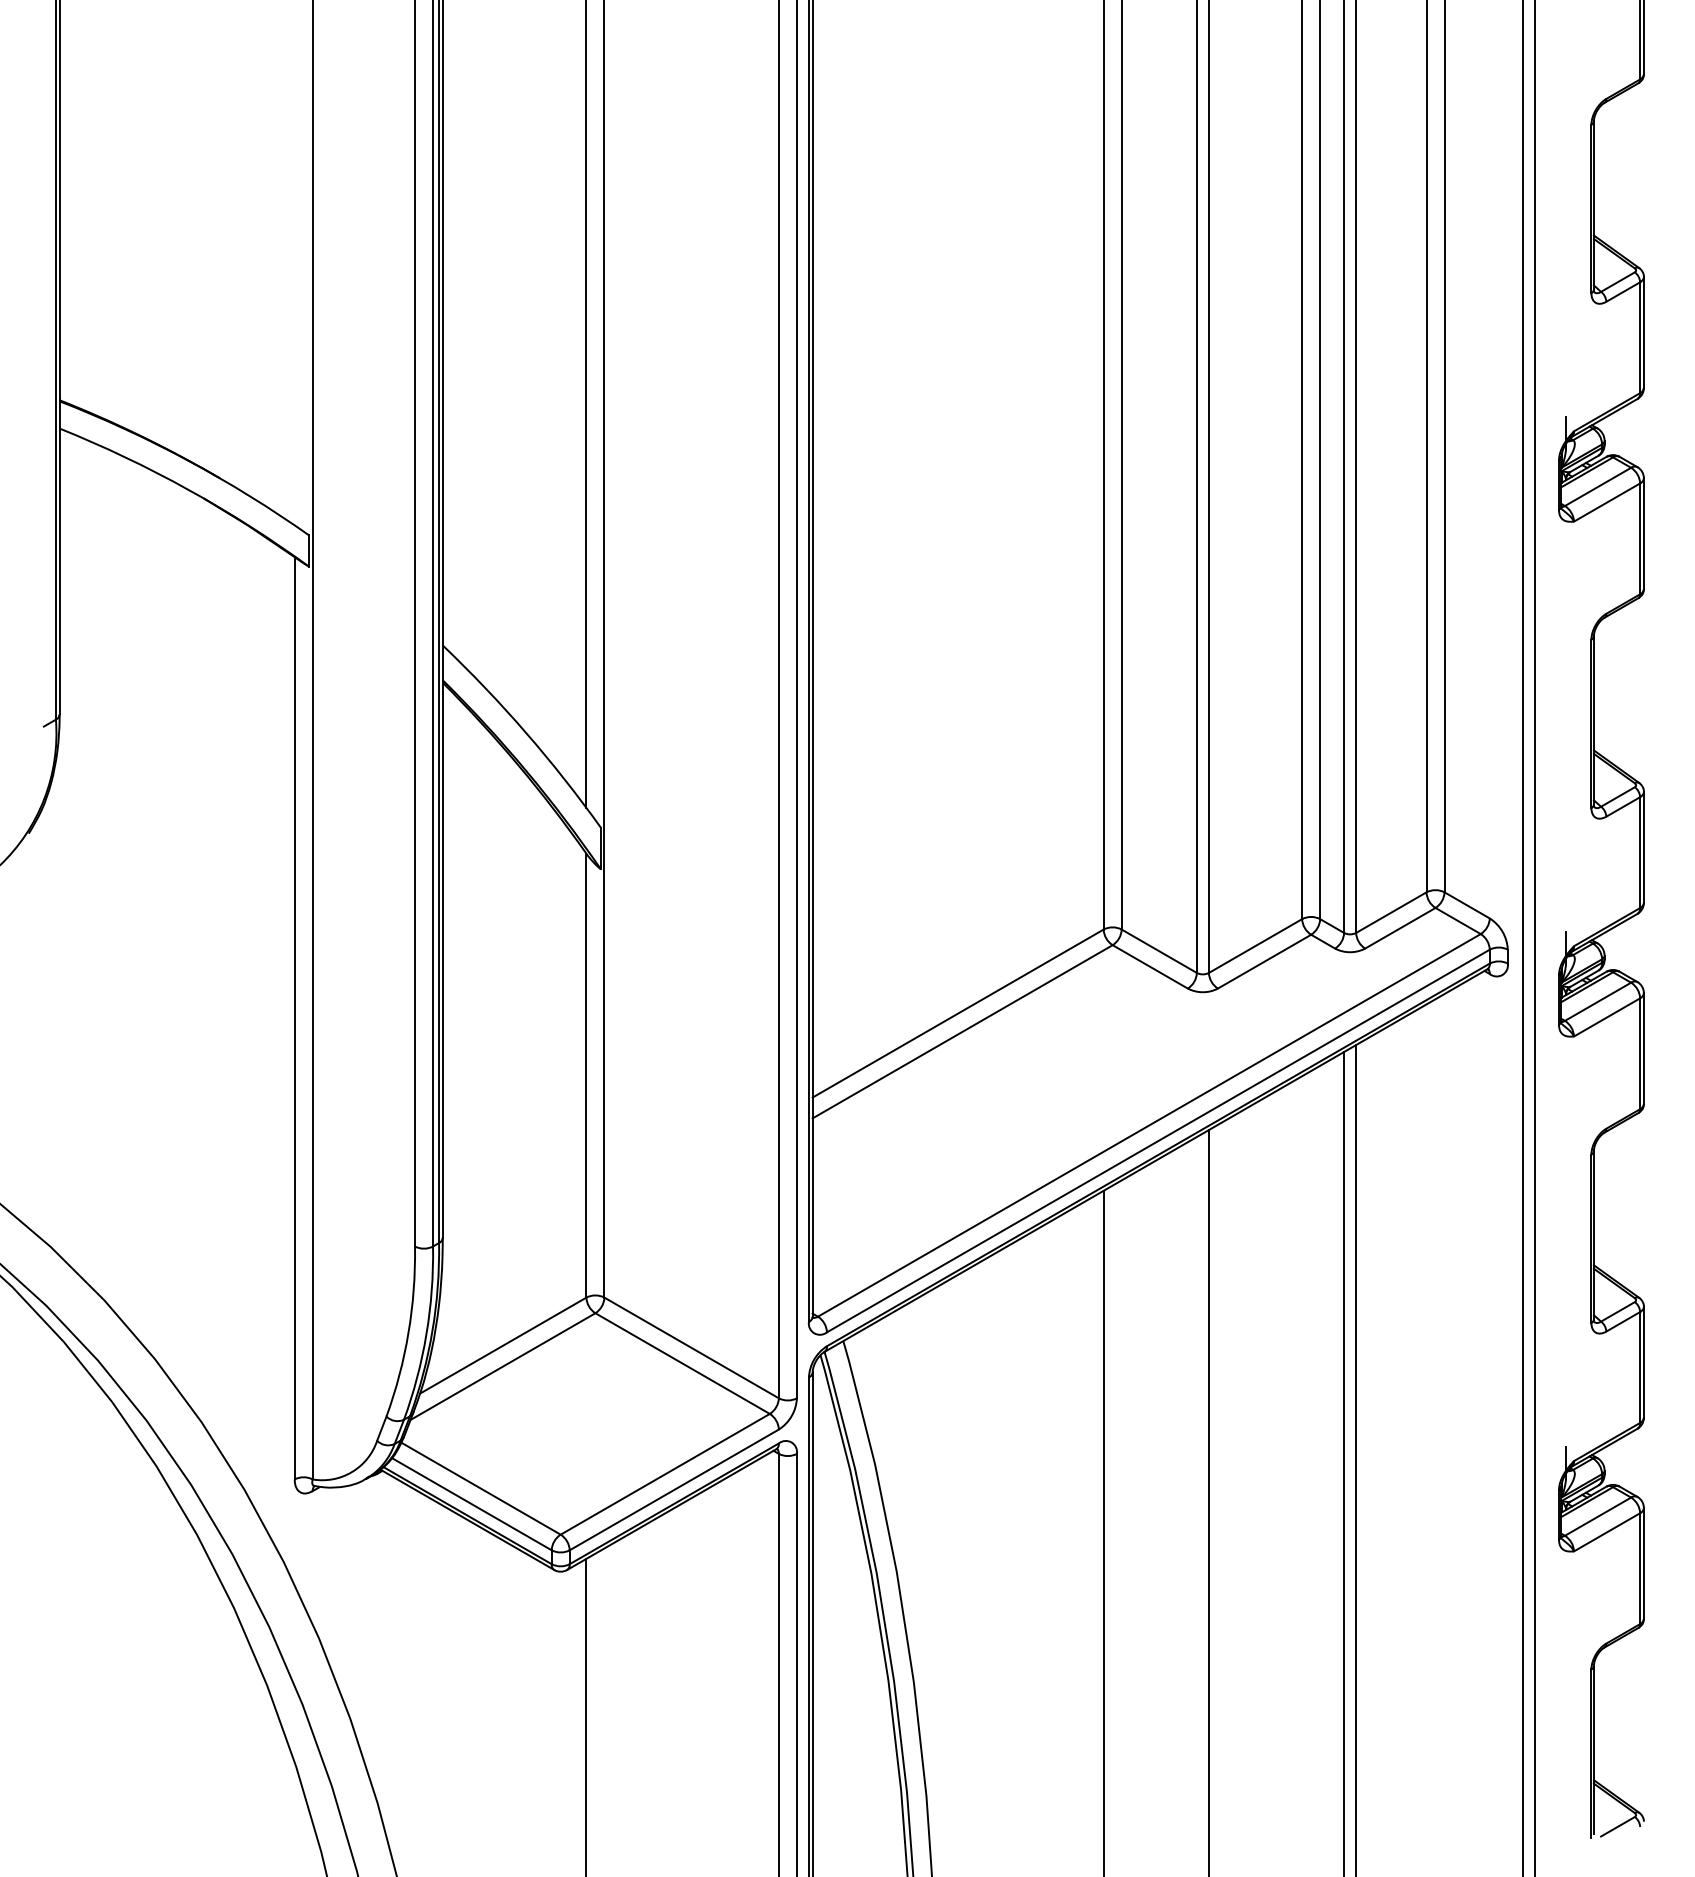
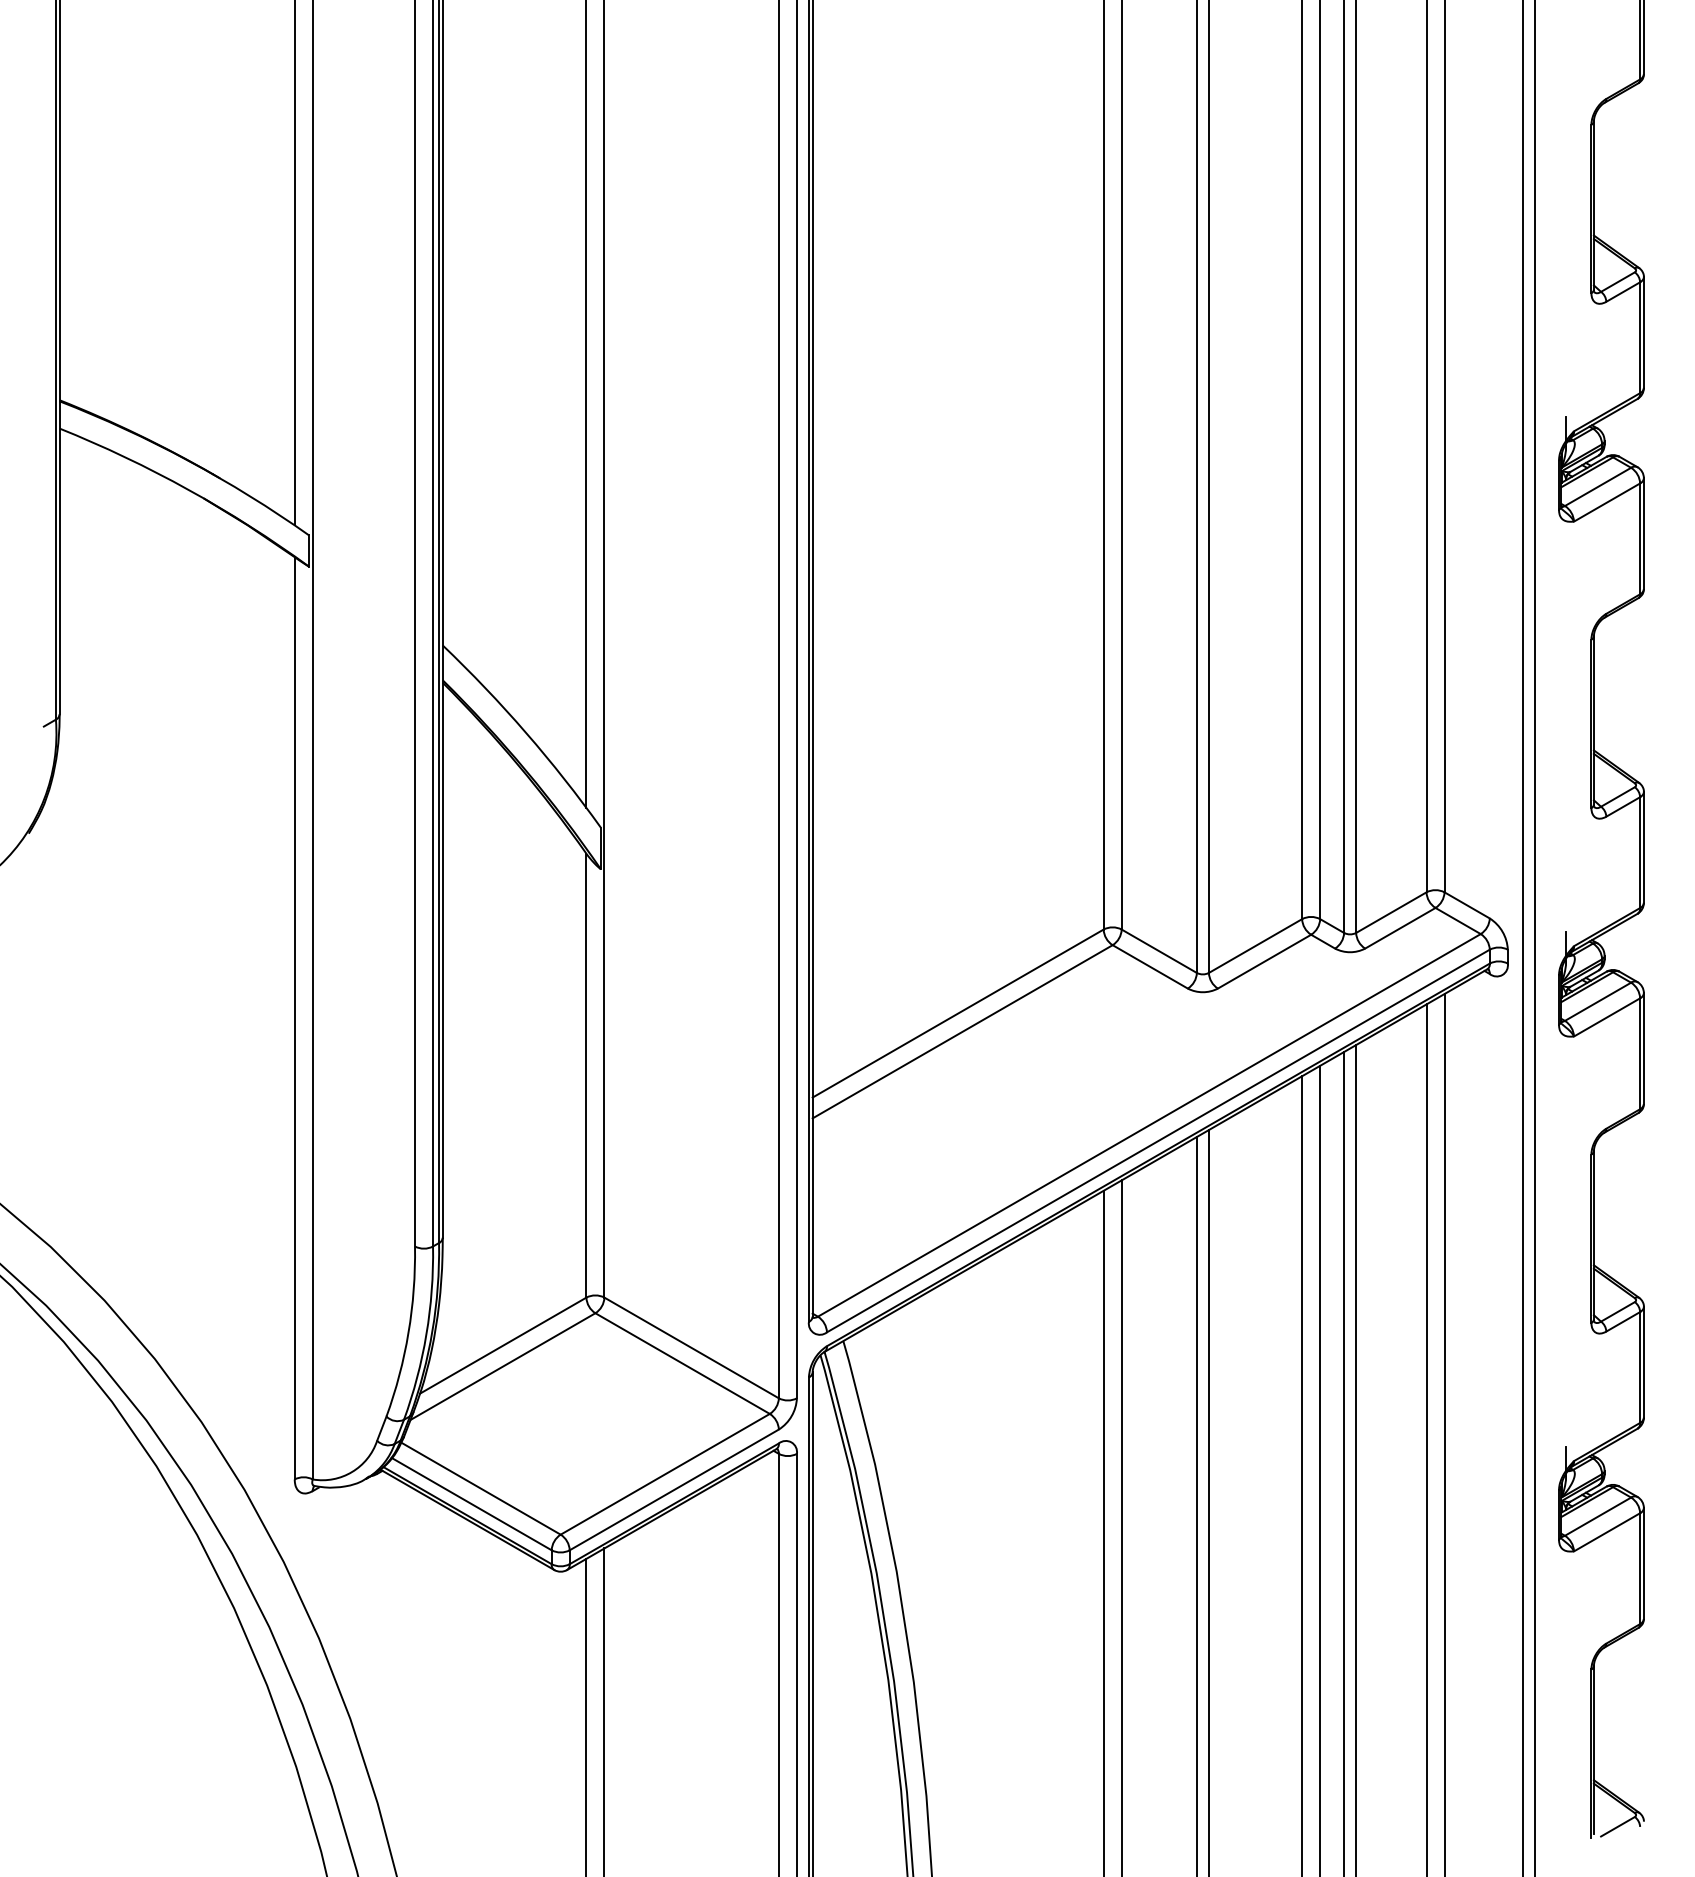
line at (294, 263): none -> present
line at (1444, 1433): none -> present
line at (1426, 1438): none -> present
line at (1320, 1469): none -> present
line at (1302, 1474): none -> present
line at (1196, 1505): none -> present
line at (1121, 1526): none -> present
line at (604, 1710): none -> present
